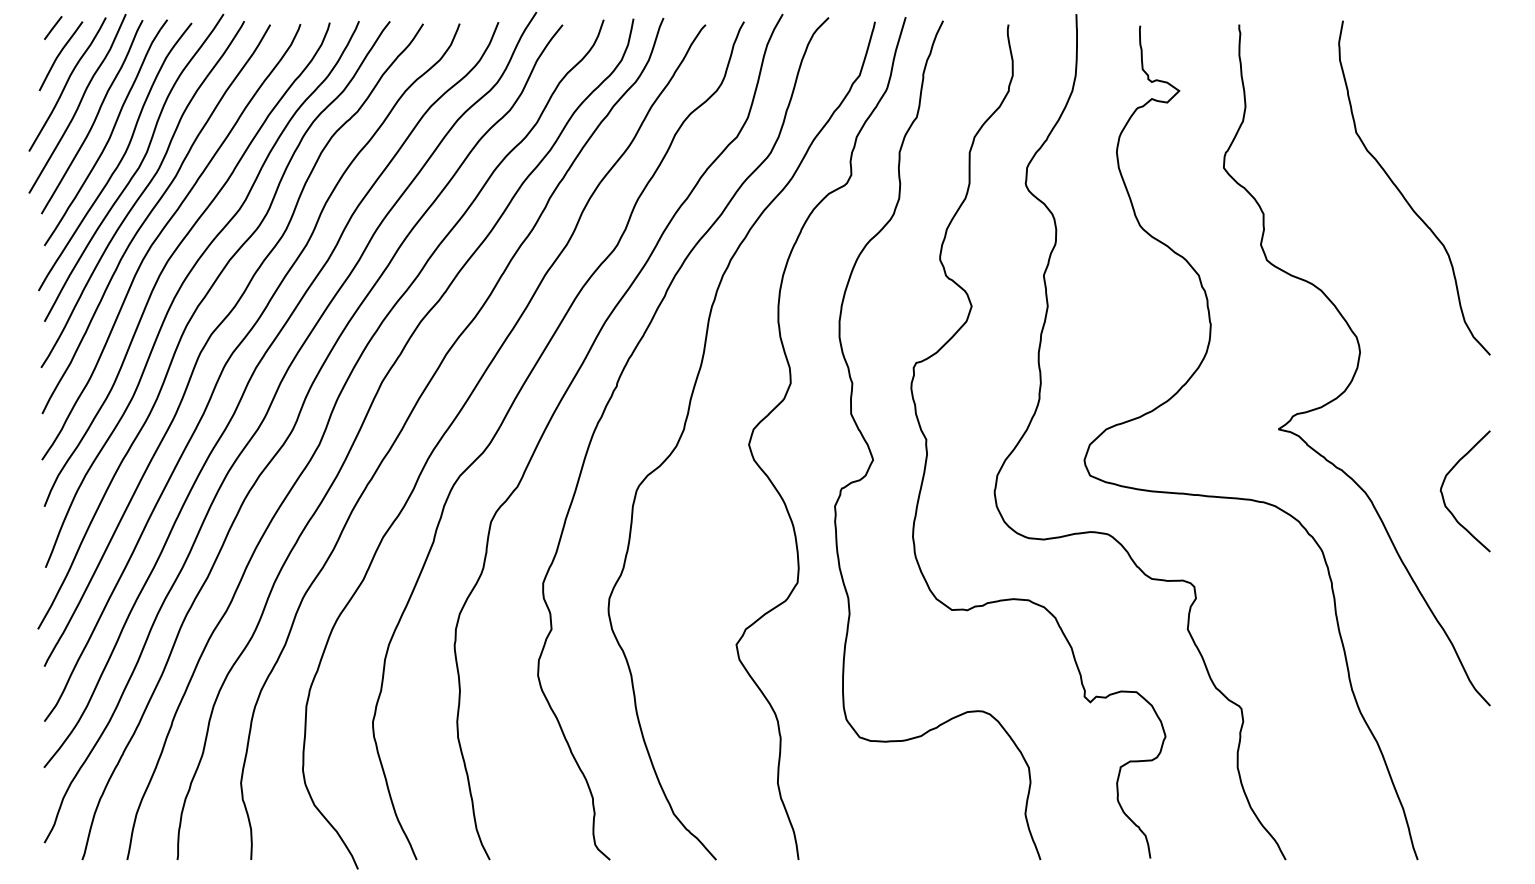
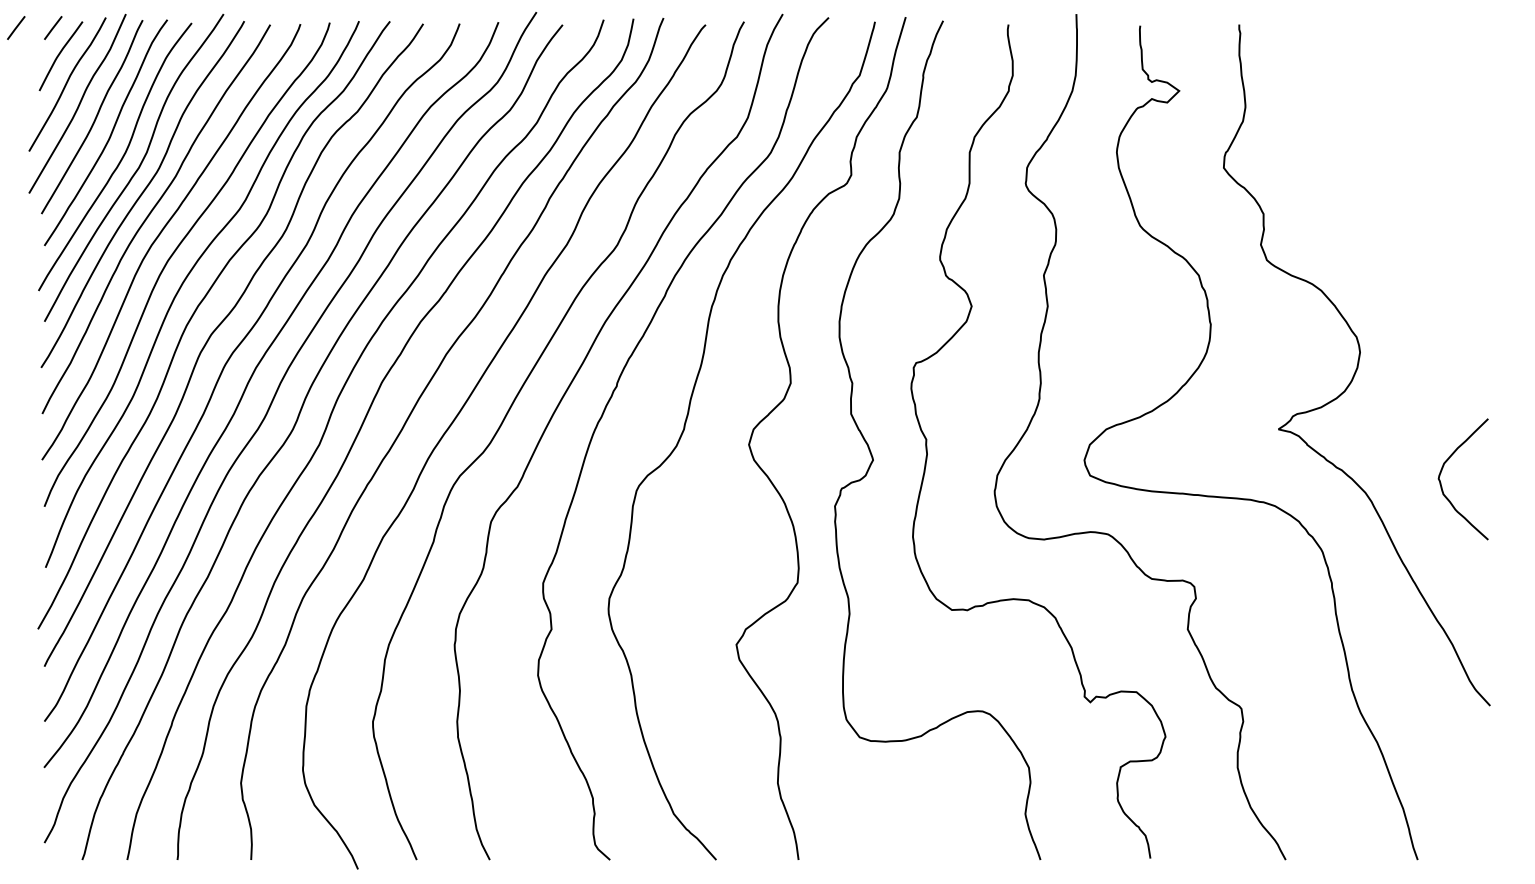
line at (16, 27): none -> present
curve at (1403, 194): present -> none
curve at (1444, 498) position: (1444, 498) -> (1442, 486)
